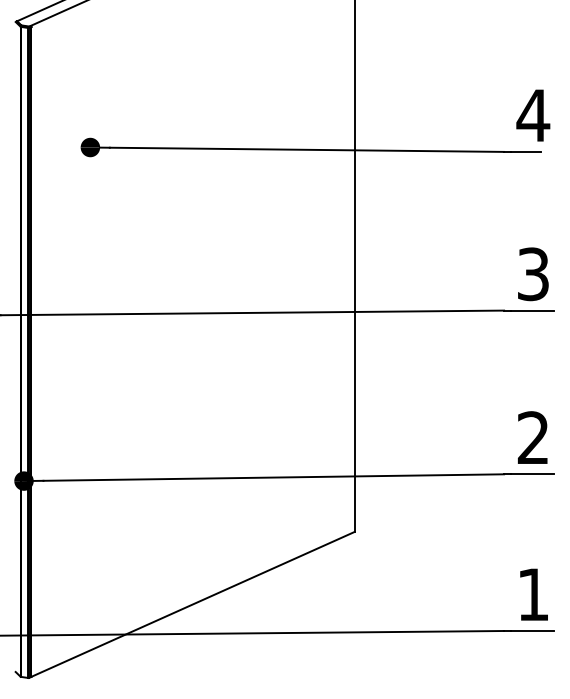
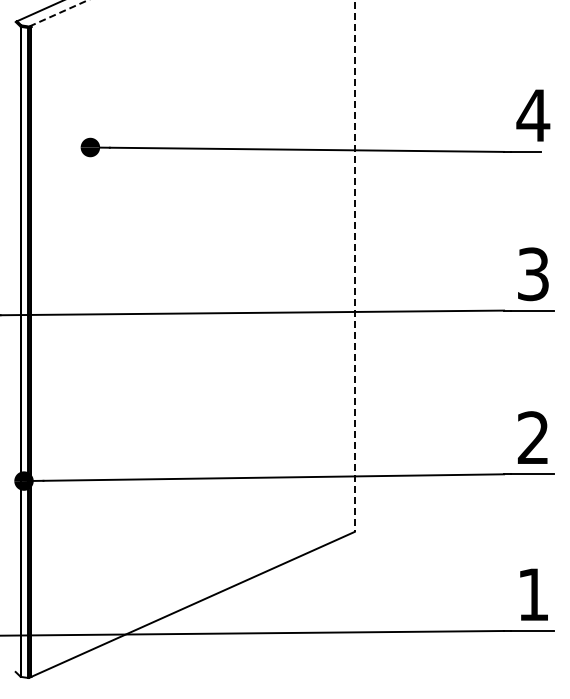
line at (59, 13): solid -> dashed
line at (354, 266): solid -> dashed
